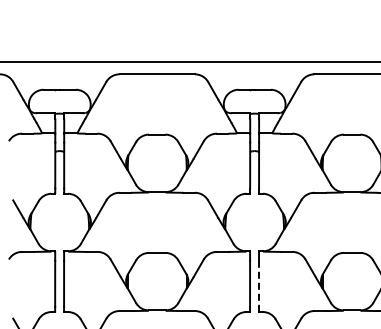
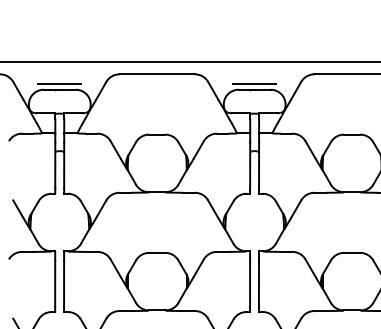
line at (59, 84): none -> present
line at (254, 84): none -> present
line at (258, 283): dashed -> solid
